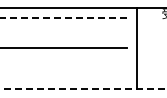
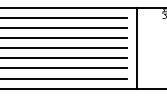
line at (63, 17): dashed -> solid
line at (64, 27): none -> present
line at (64, 38): none -> present
line at (64, 58): none -> present
line at (64, 68): none -> present
line at (64, 78): none -> present
line at (83, 88): dashed -> solid
